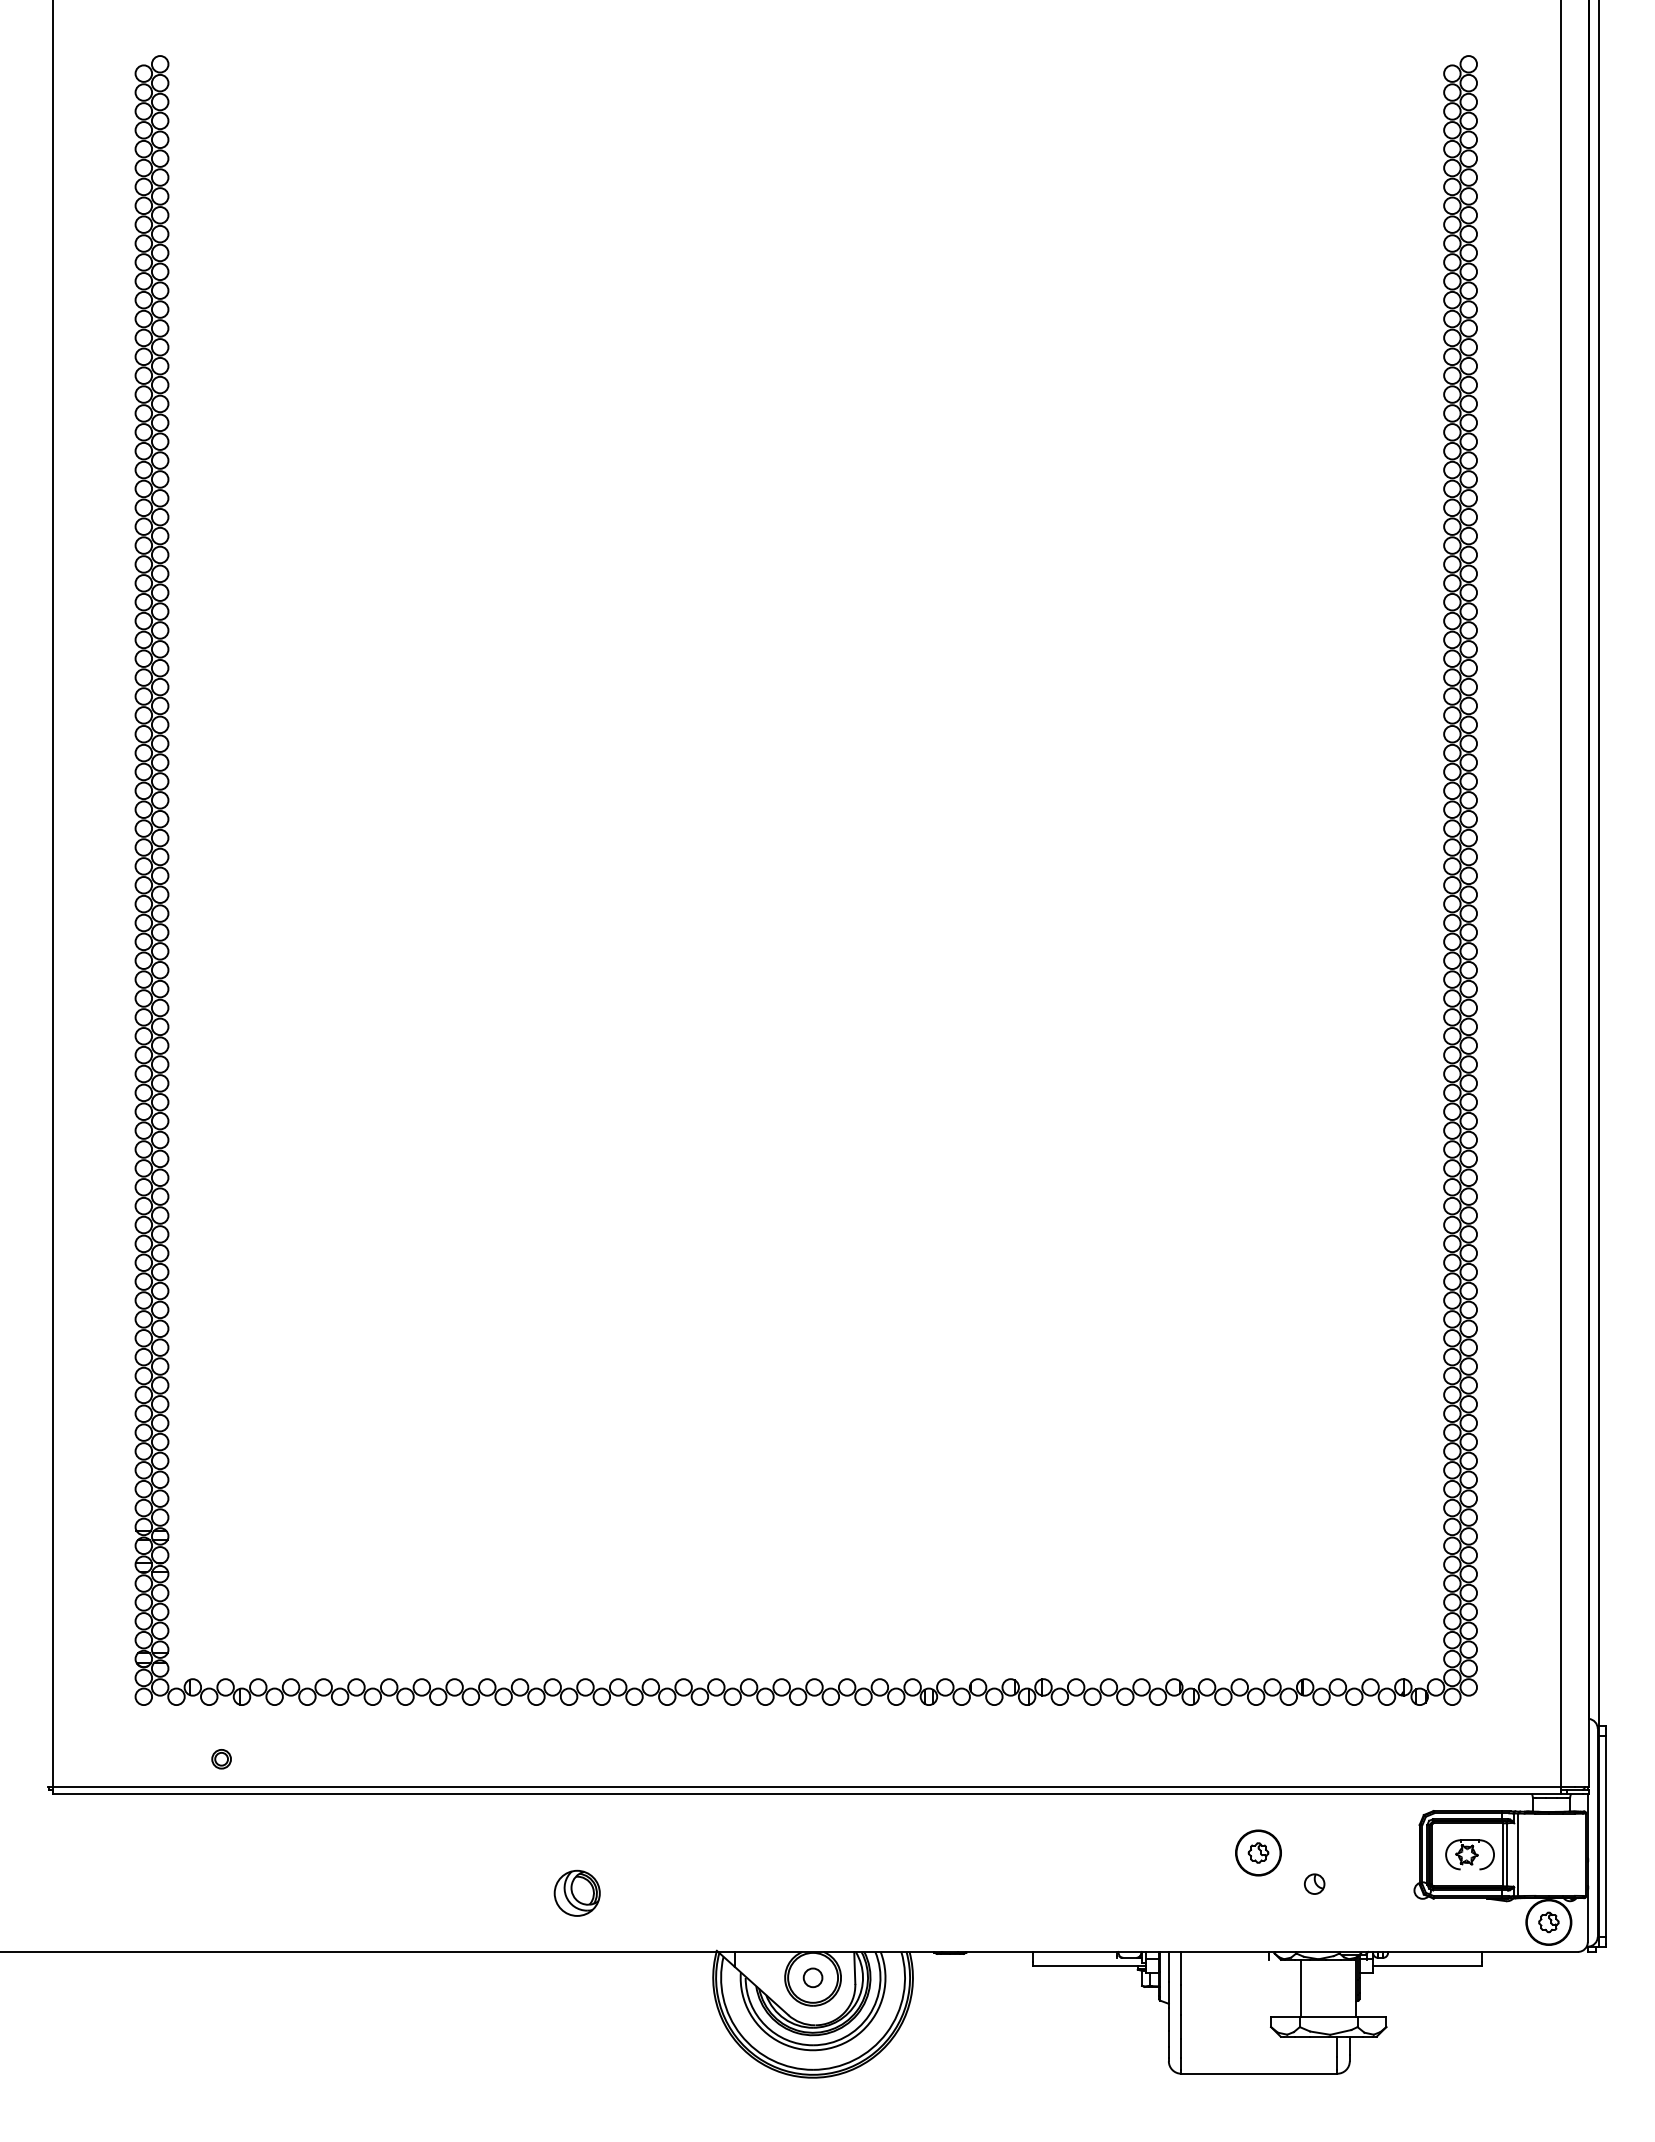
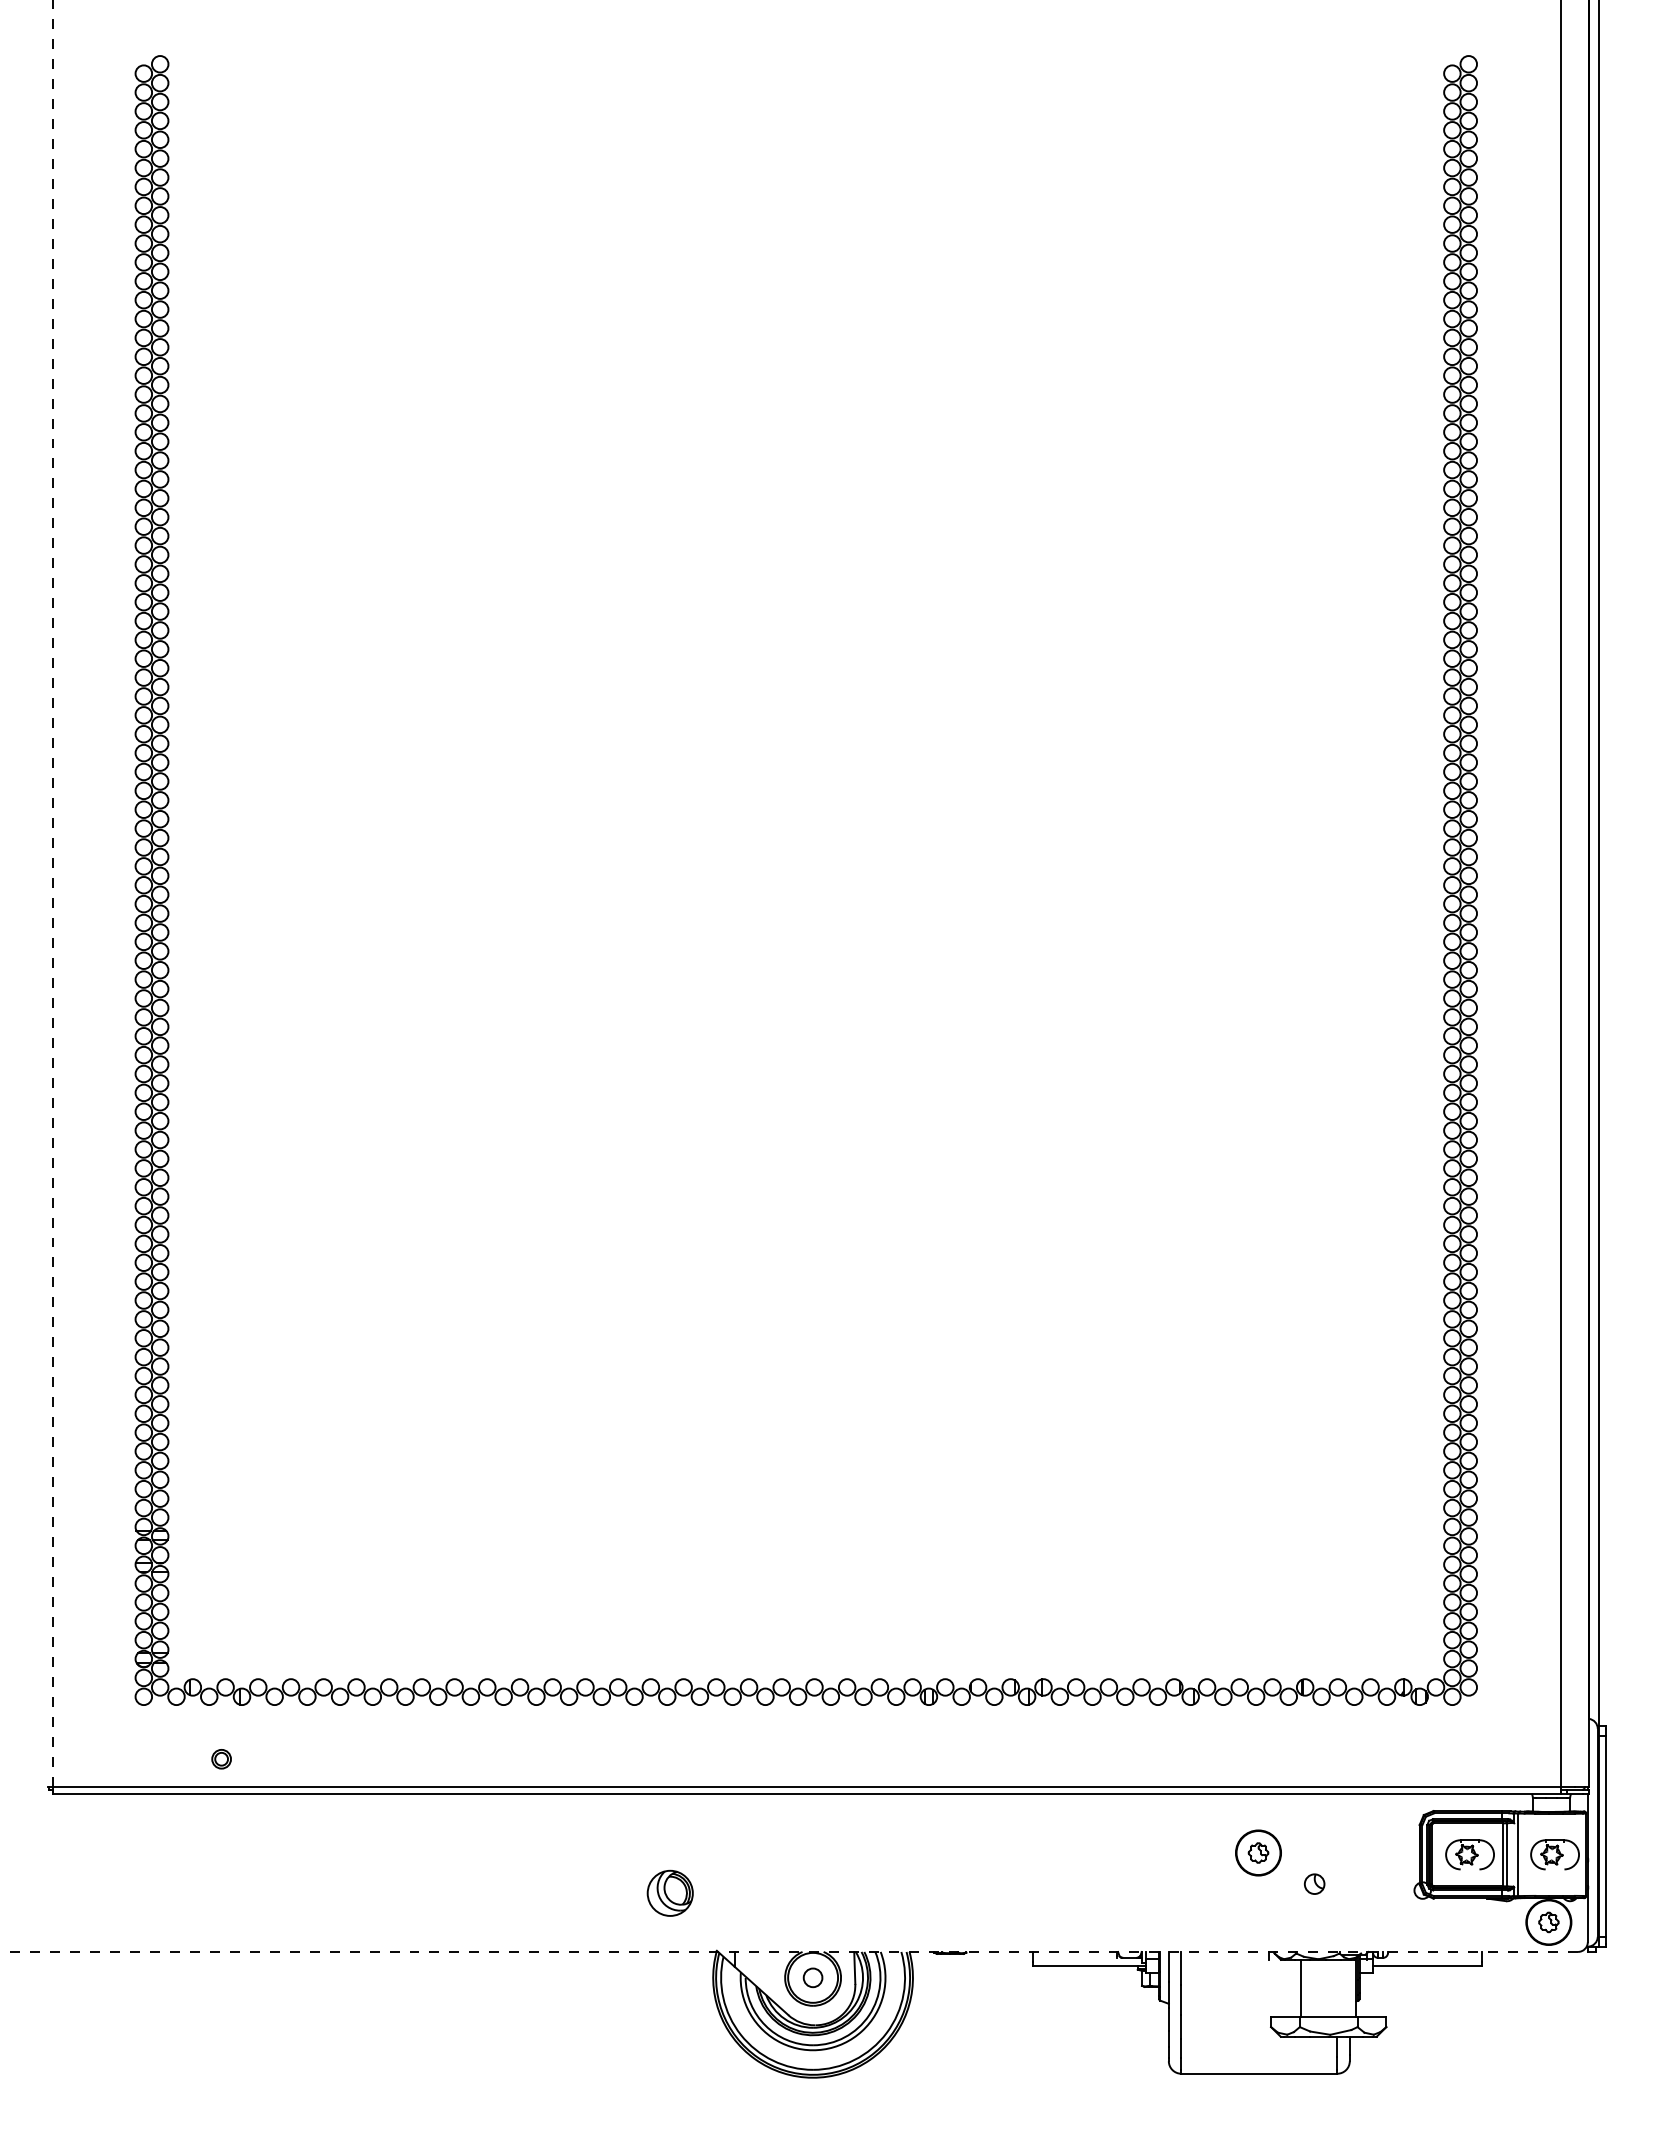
line at (52, 893): solid -> dashed
part at (1554, 1854): none -> present
part at (576, 1892) position: (576, 1892) -> (669, 1892)
line at (789, 1952): solid -> dashed
